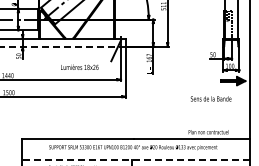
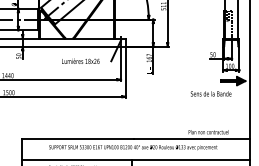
line at (62, 46): dashed -> solid
text at (79, 66) position: (79, 66) -> (80, 60)
text at (210, 98) position: (210, 98) -> (210, 93)
line at (135, 159): dashed -> solid
